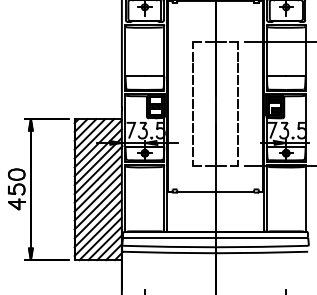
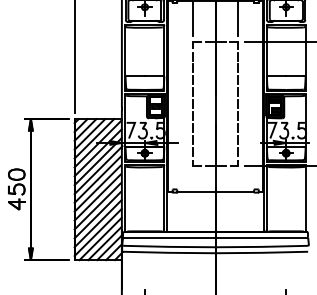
line at (192, 19): none -> present
line at (238, 19): none -> present
line at (74, 57): none -> present
